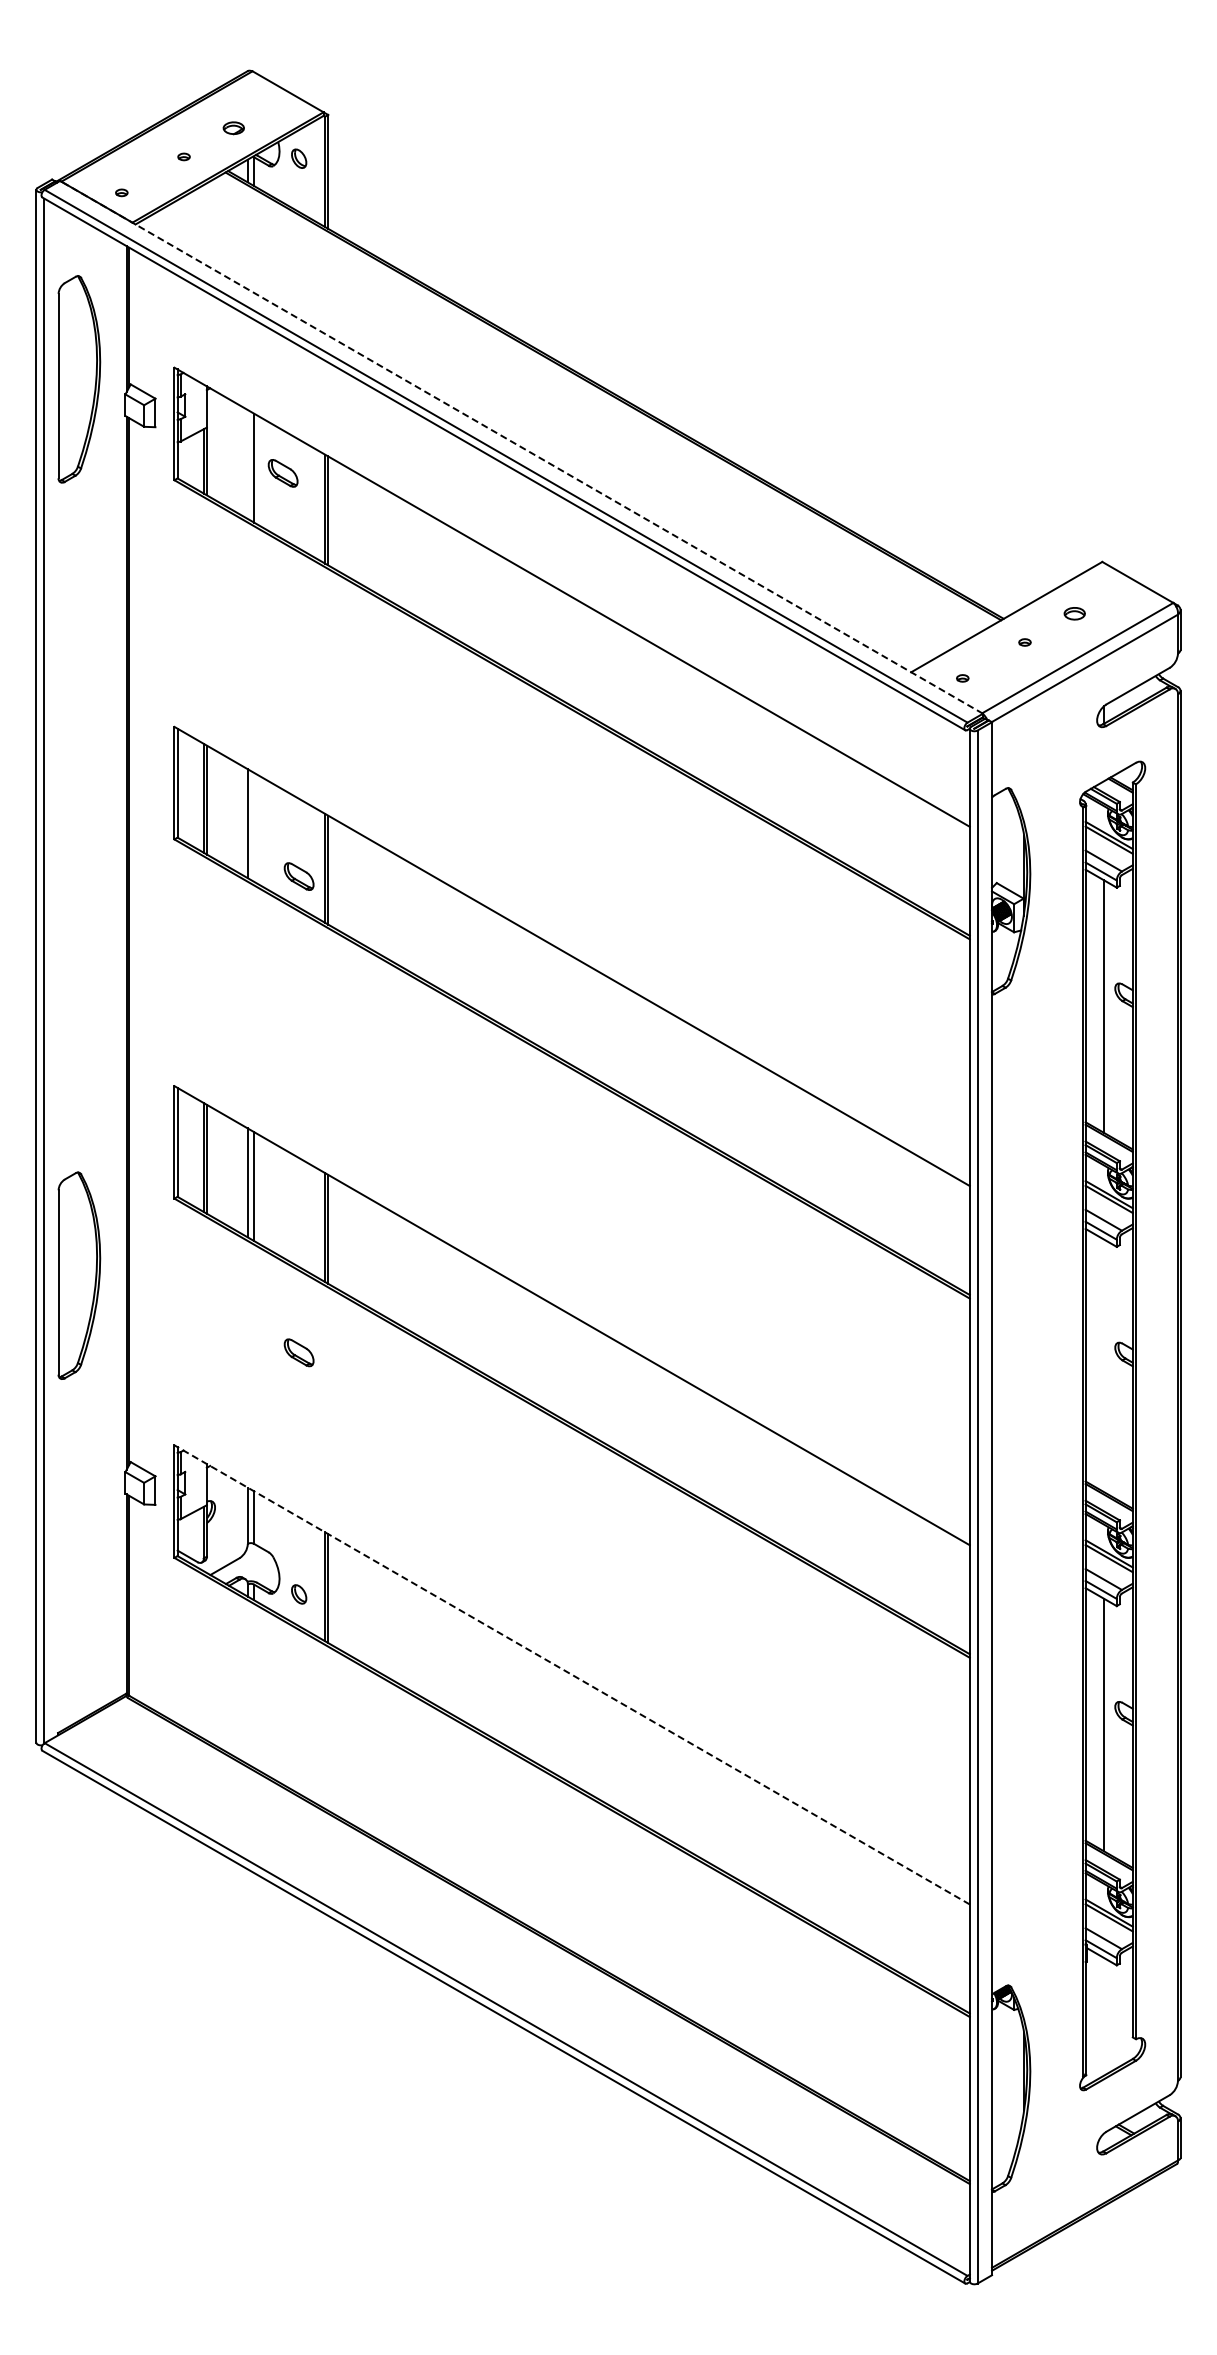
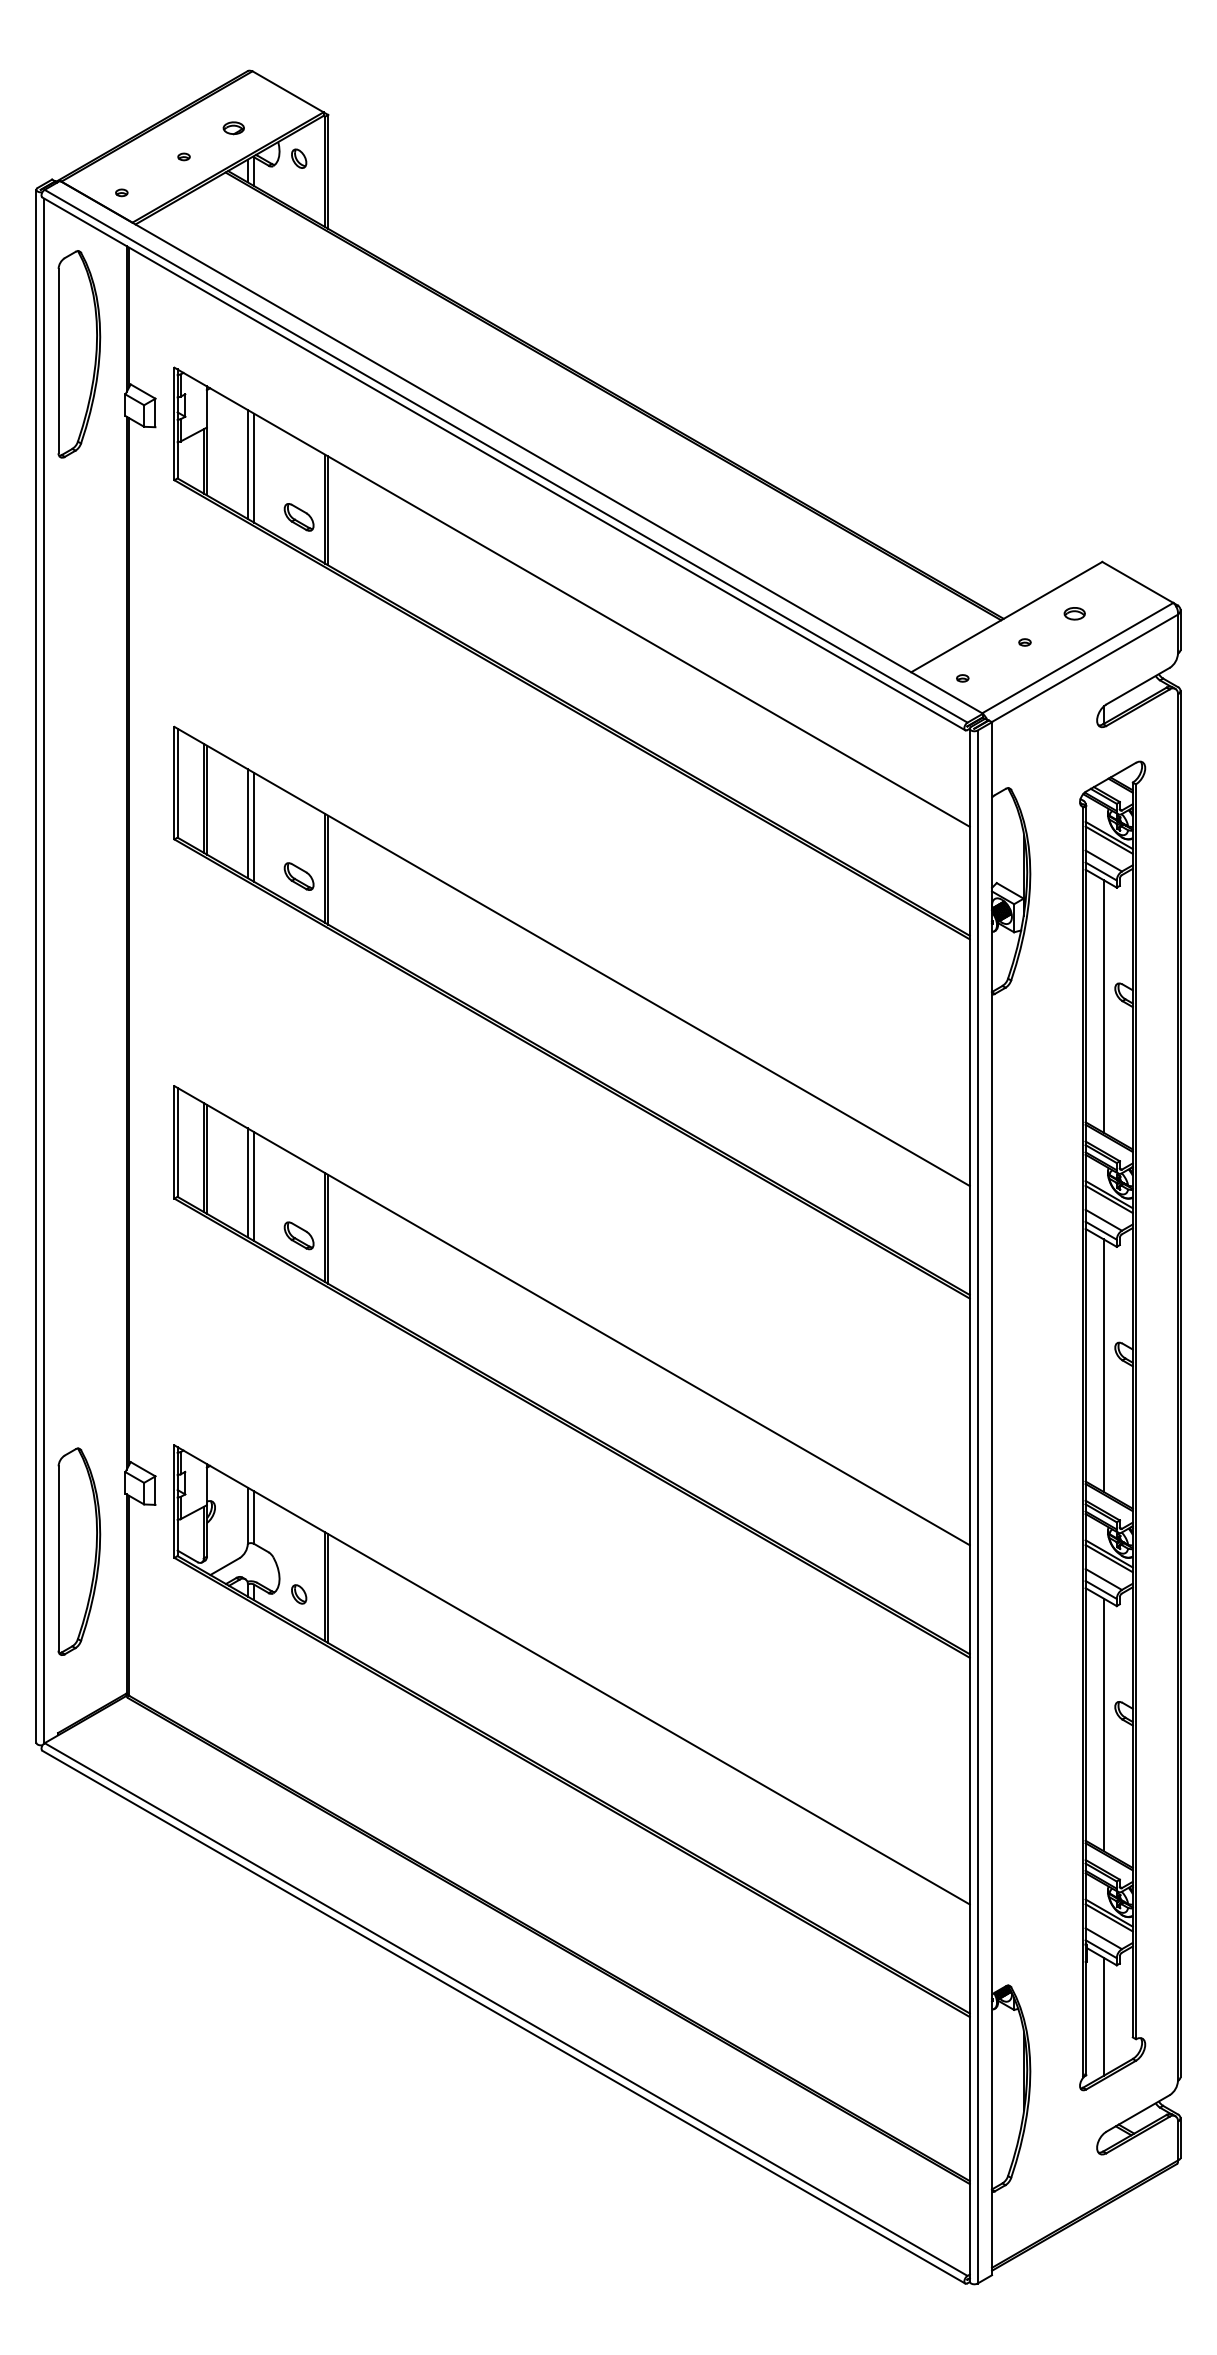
part at (79, 379) position: (79, 379) -> (79, 354)
line at (521, 447): dashed -> solid
line at (247, 464): none -> present
part at (282, 473) position: (282, 473) -> (298, 517)
line at (254, 826): none -> present
part at (79, 1275) position: (79, 1275) -> (79, 1551)
part at (298, 1352) position: (298, 1352) -> (298, 1235)
line at (1103, 1365): none -> present
line at (571, 1674): dashed -> solid
line at (1103, 2016): none -> present
